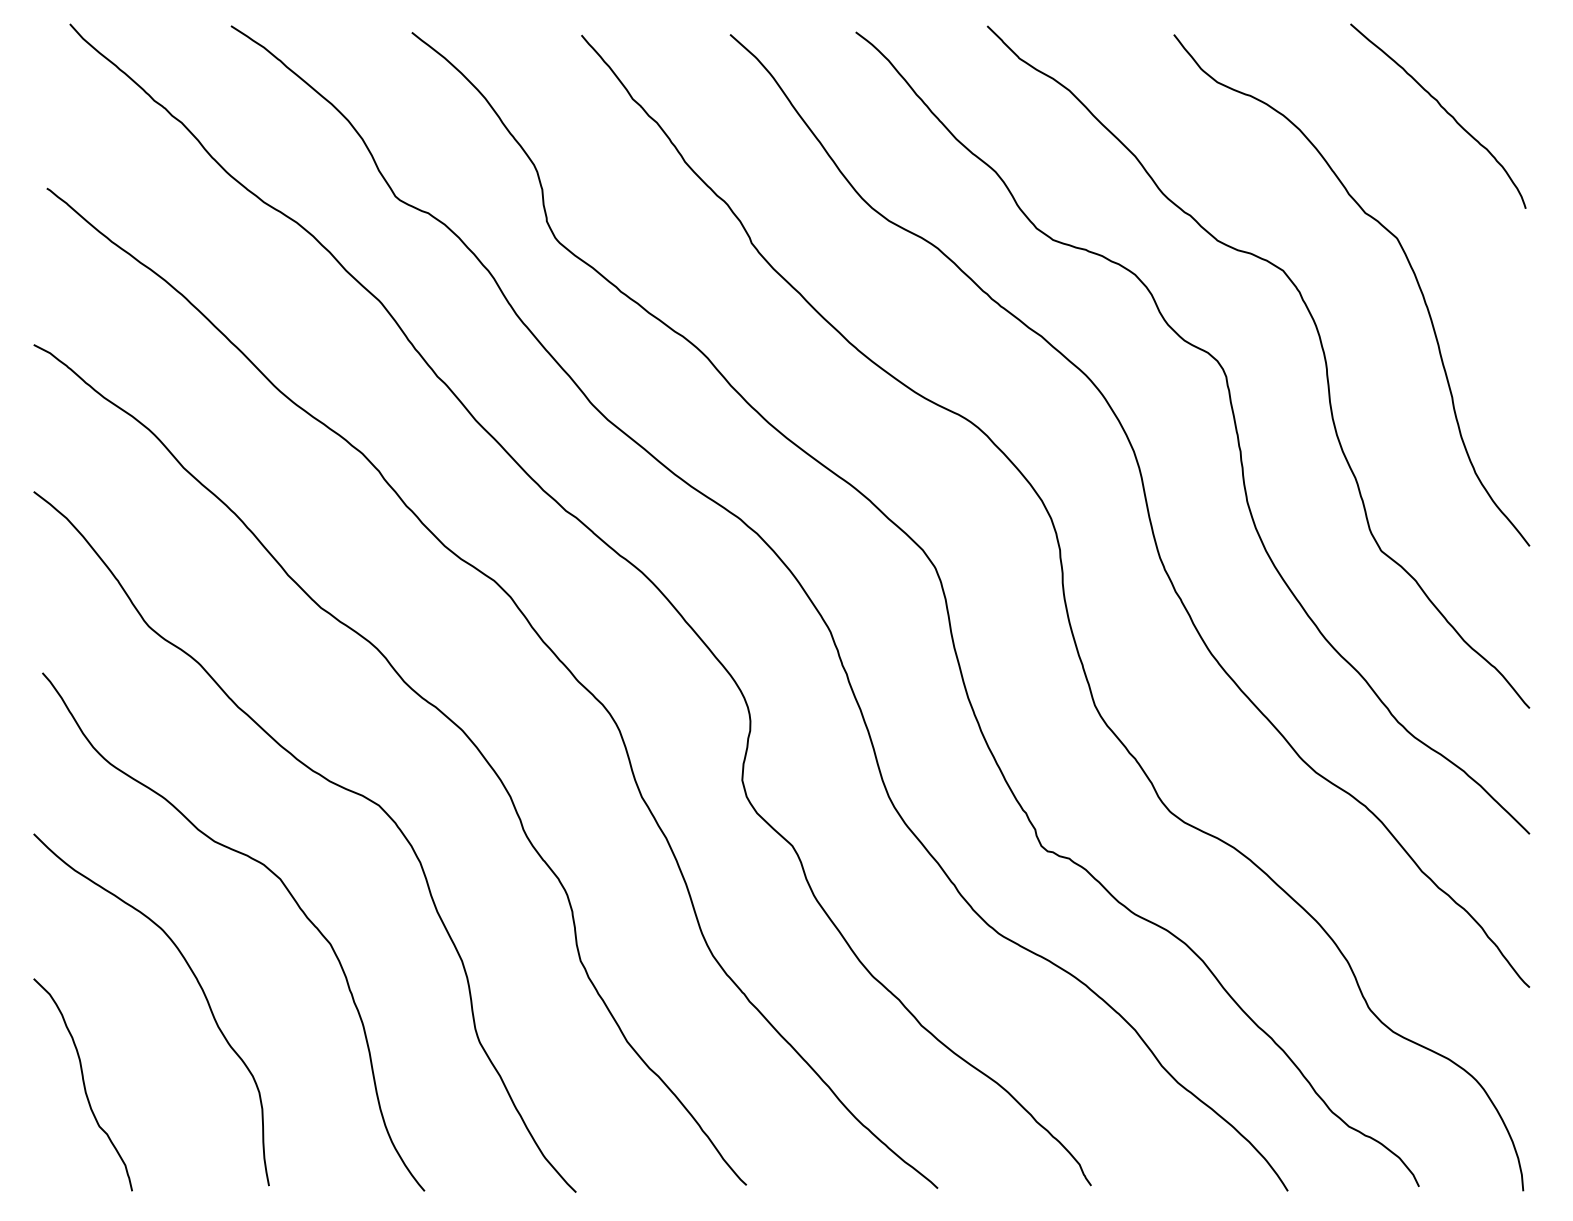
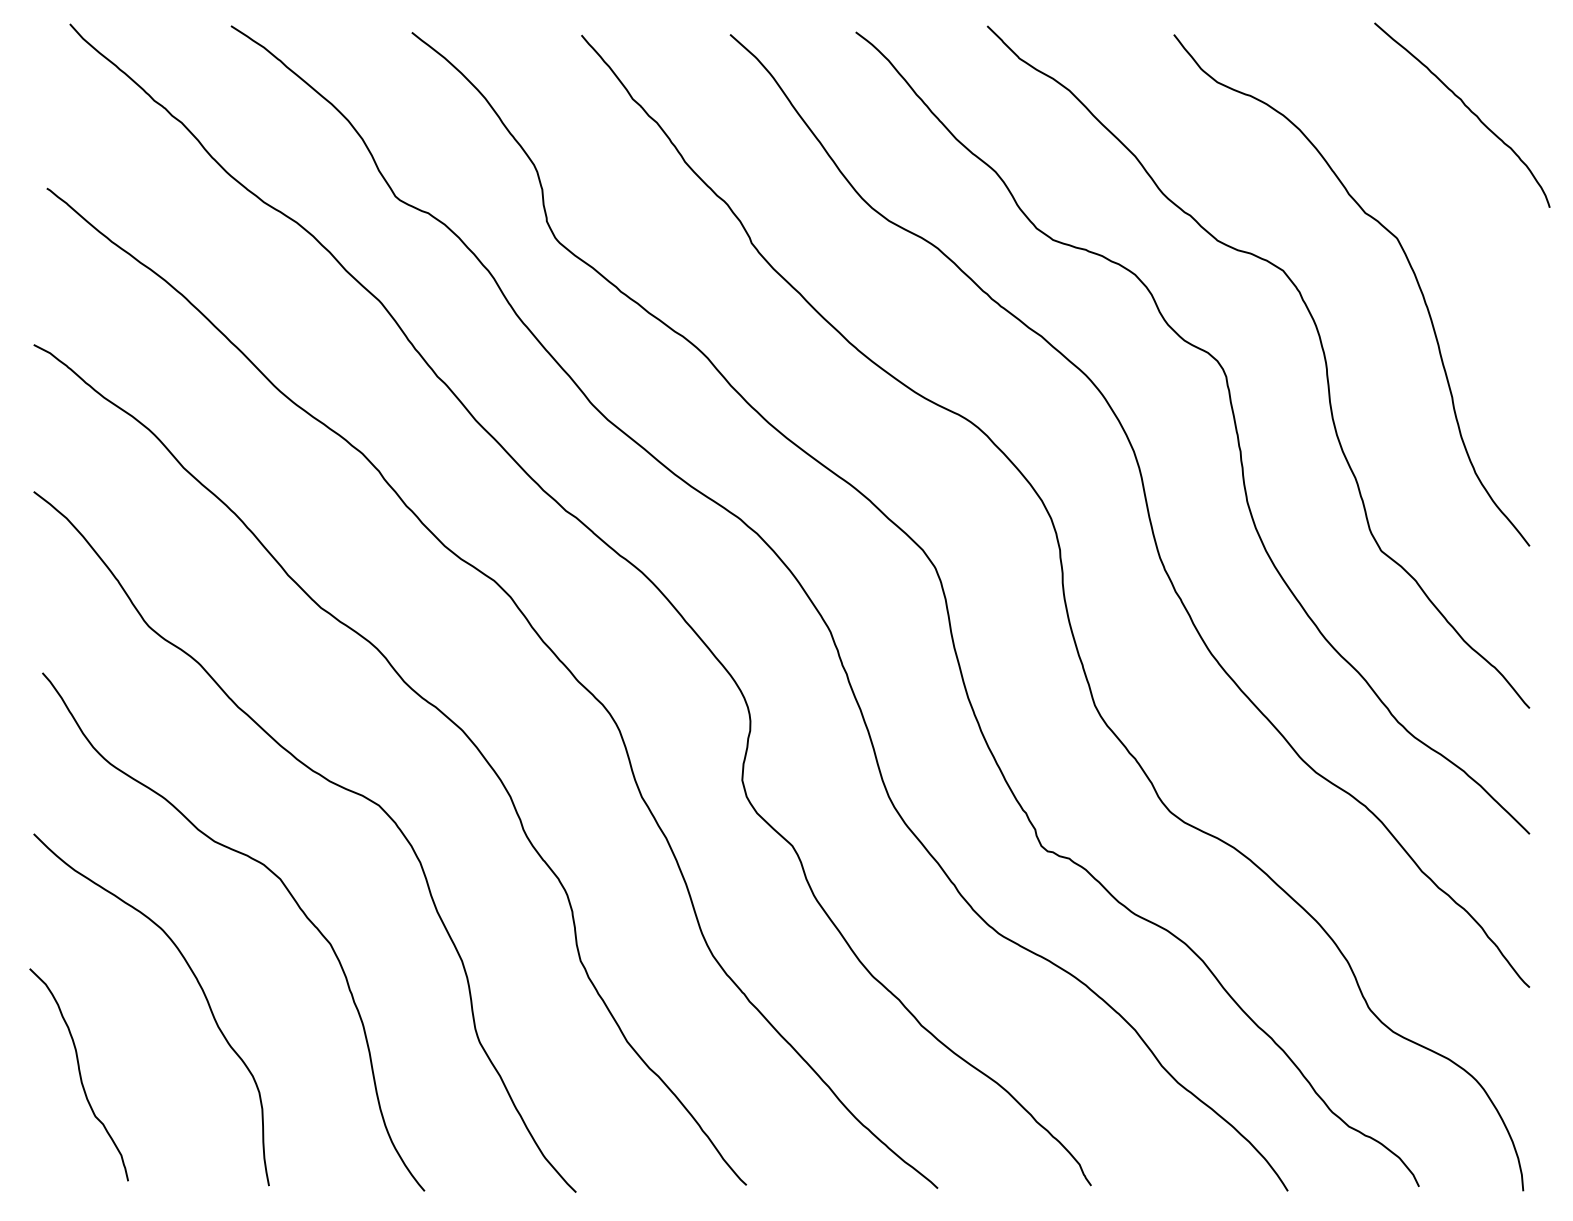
curve at (1443, 109) position: (1443, 109) -> (1467, 108)
curve at (83, 1084) position: (83, 1084) -> (79, 1074)
